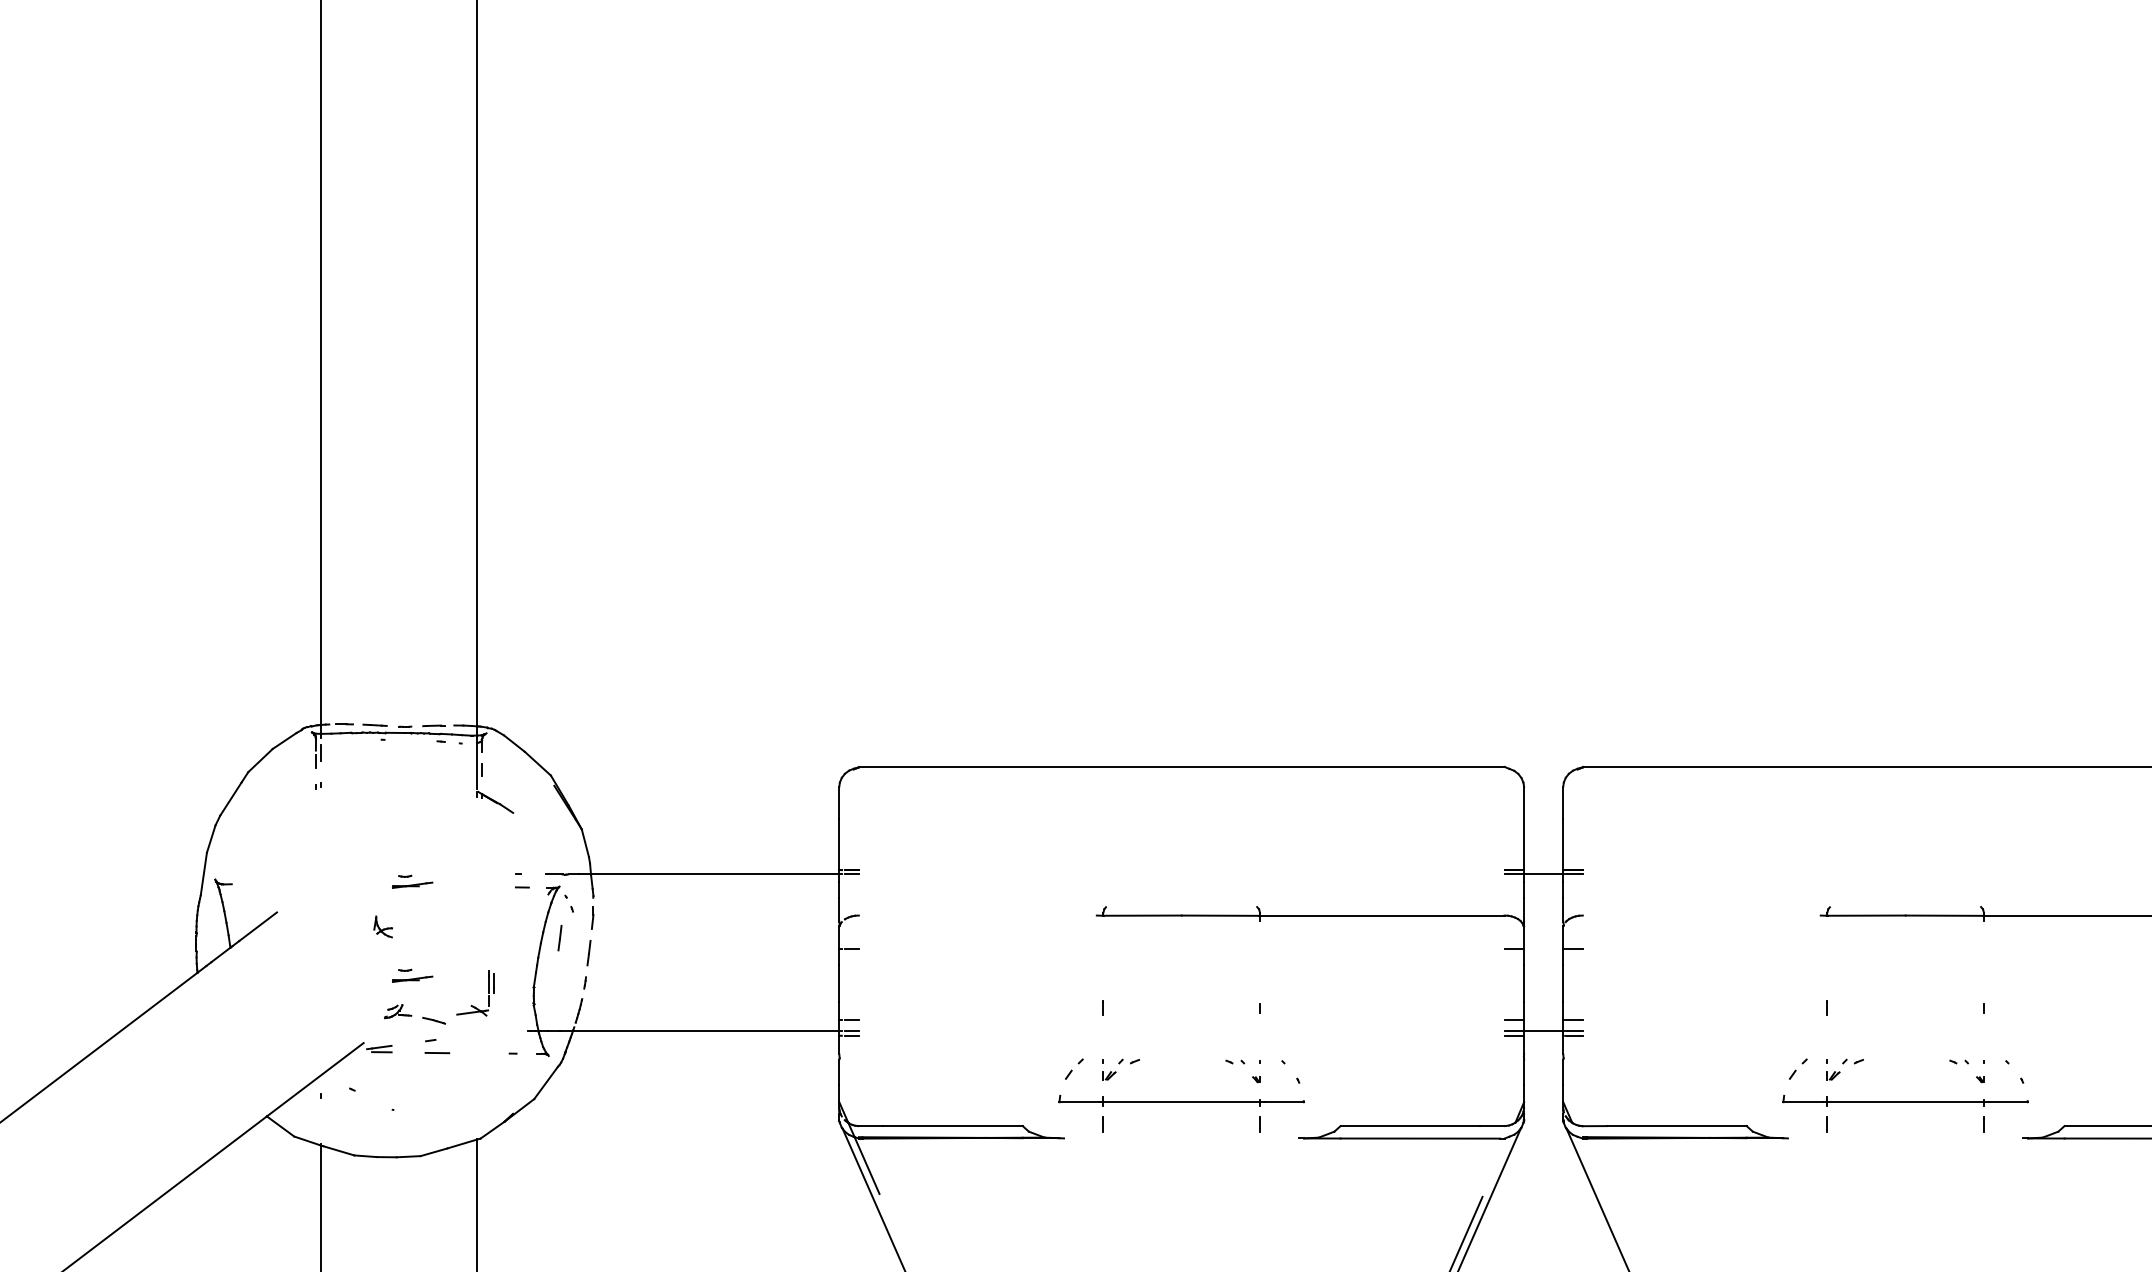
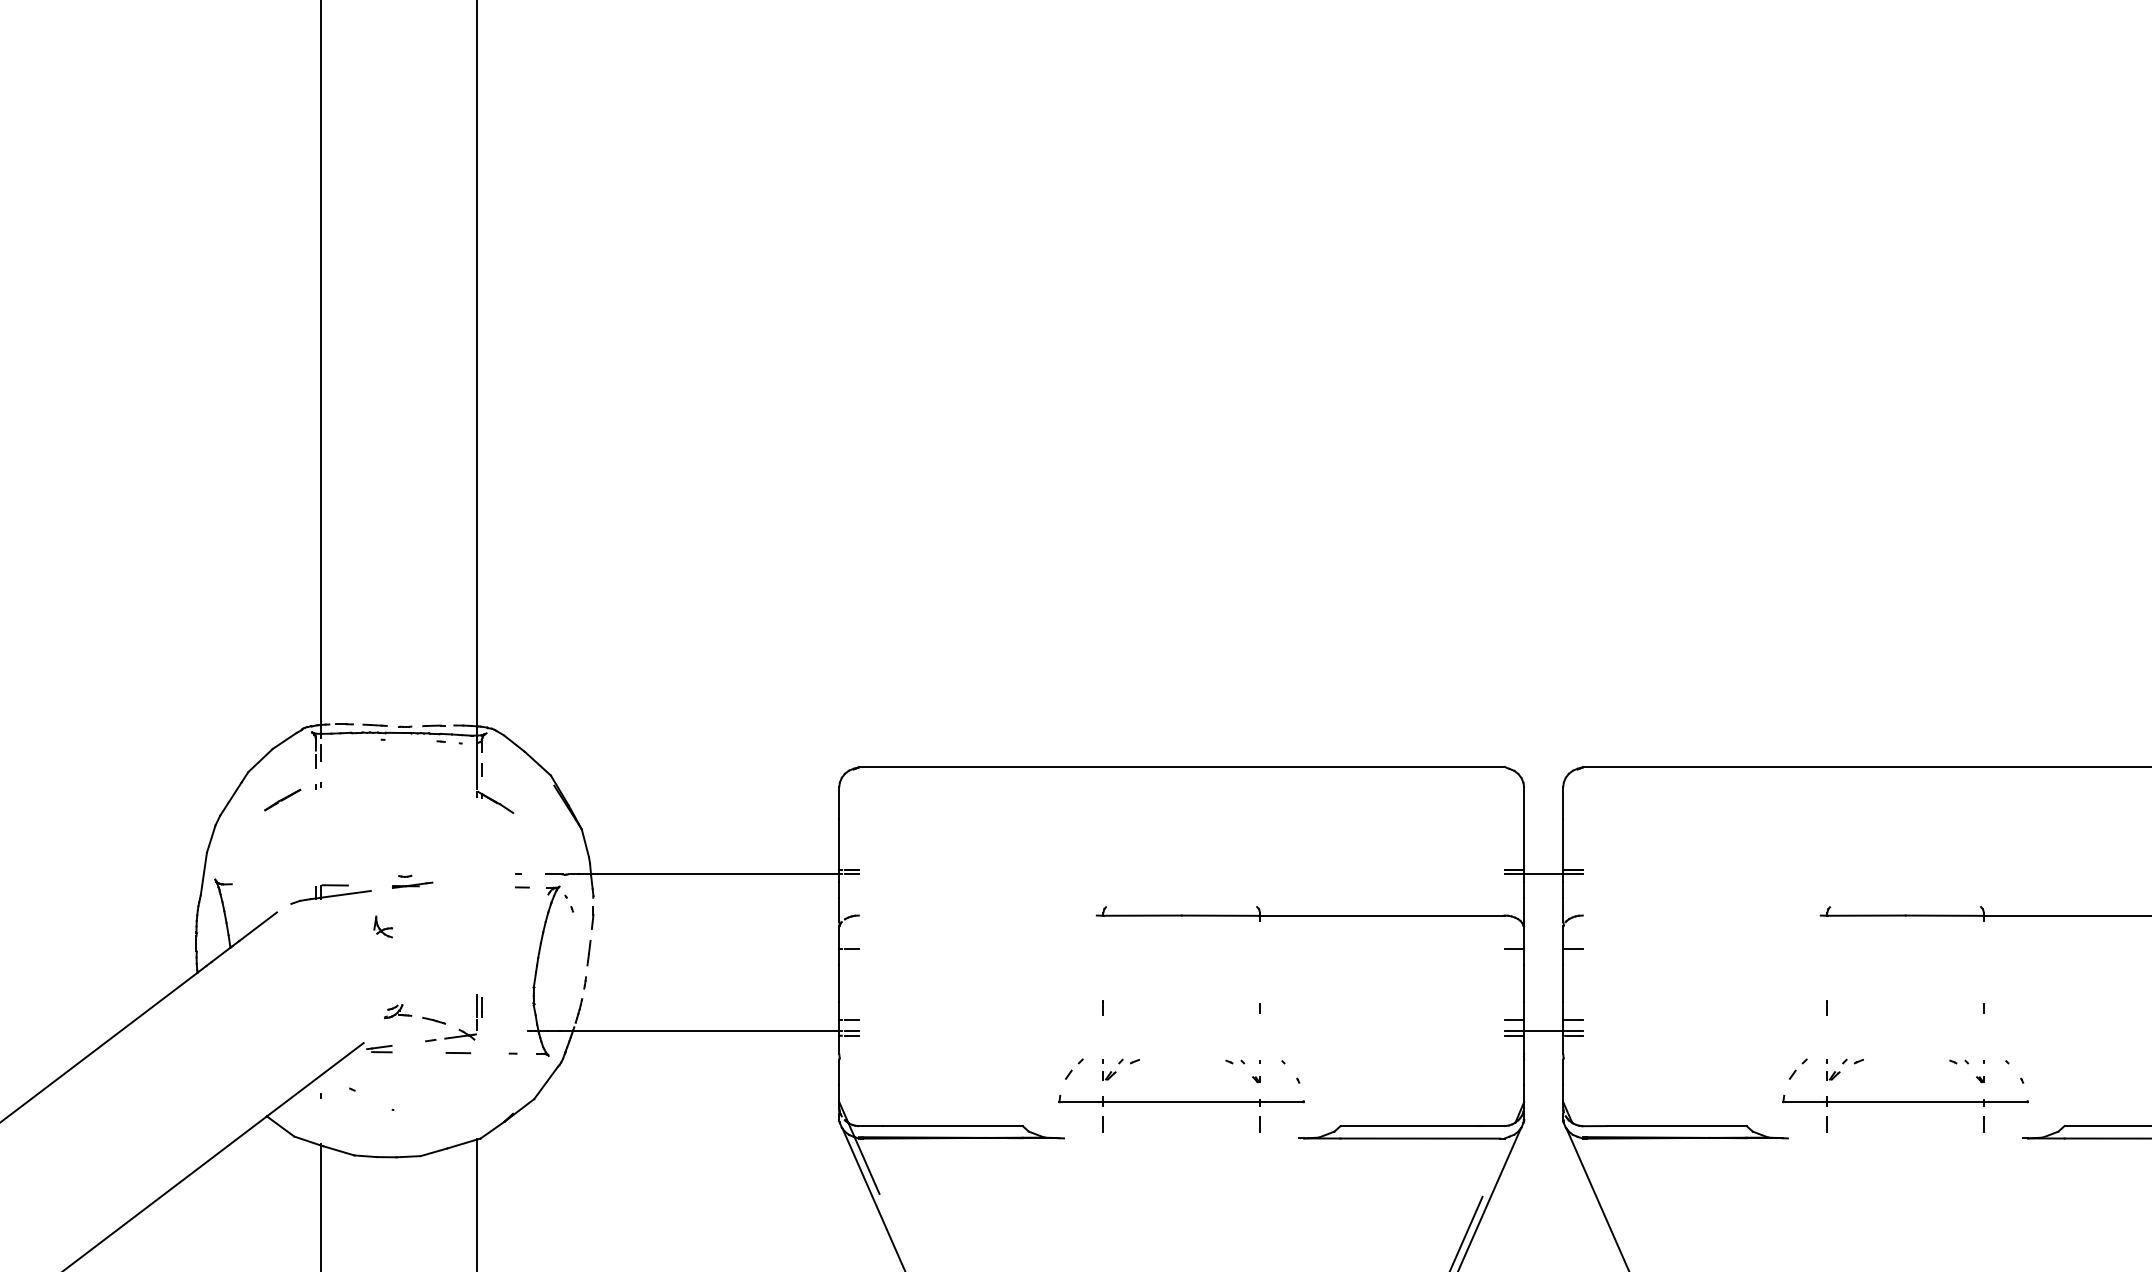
line at (282, 799): none -> present
part at (330, 894): none -> present
line at (559, 938): present -> none
part at (412, 975): present -> none
part at (473, 1005) position: (473, 1005) -> (461, 1029)
line at (437, 1053) position: (437, 1053) -> (458, 1053)
